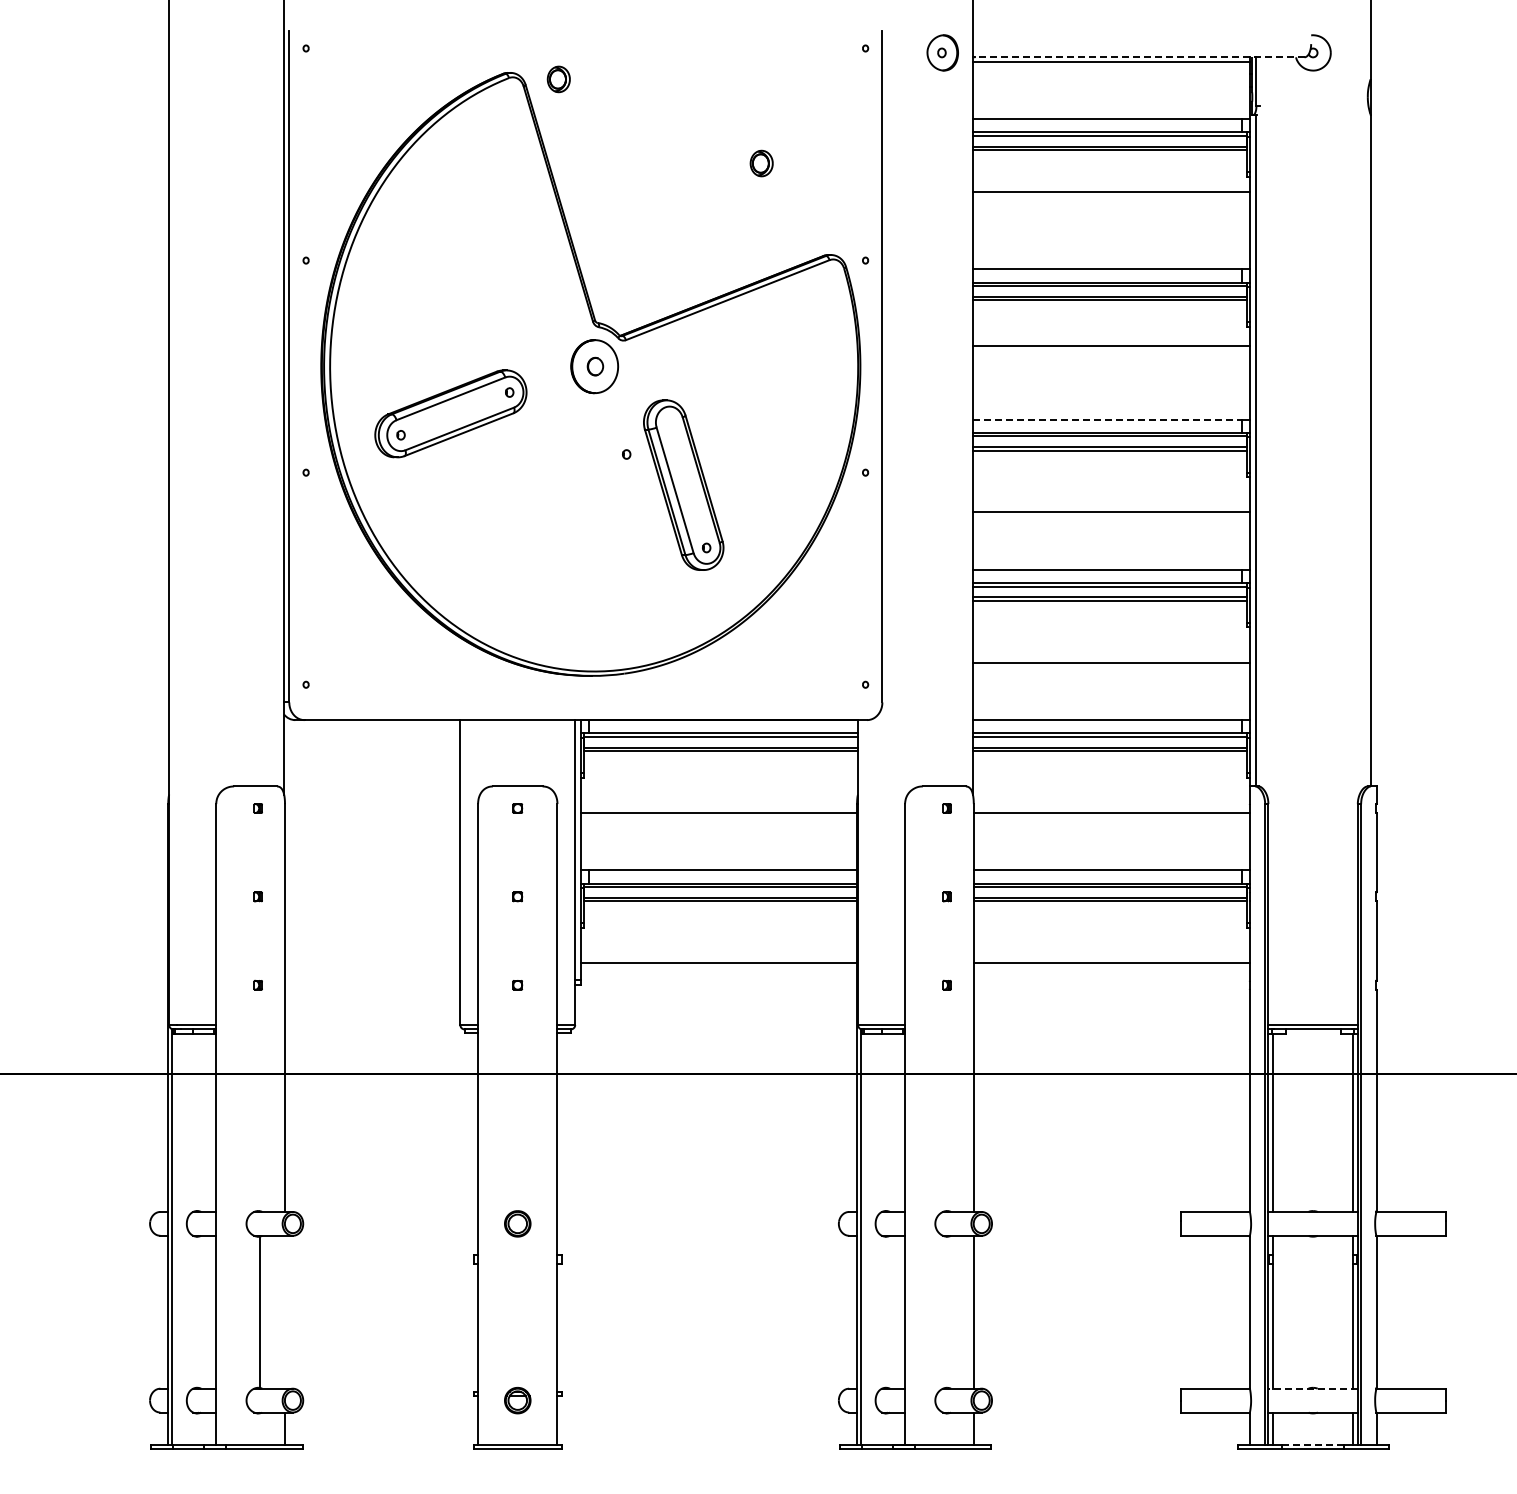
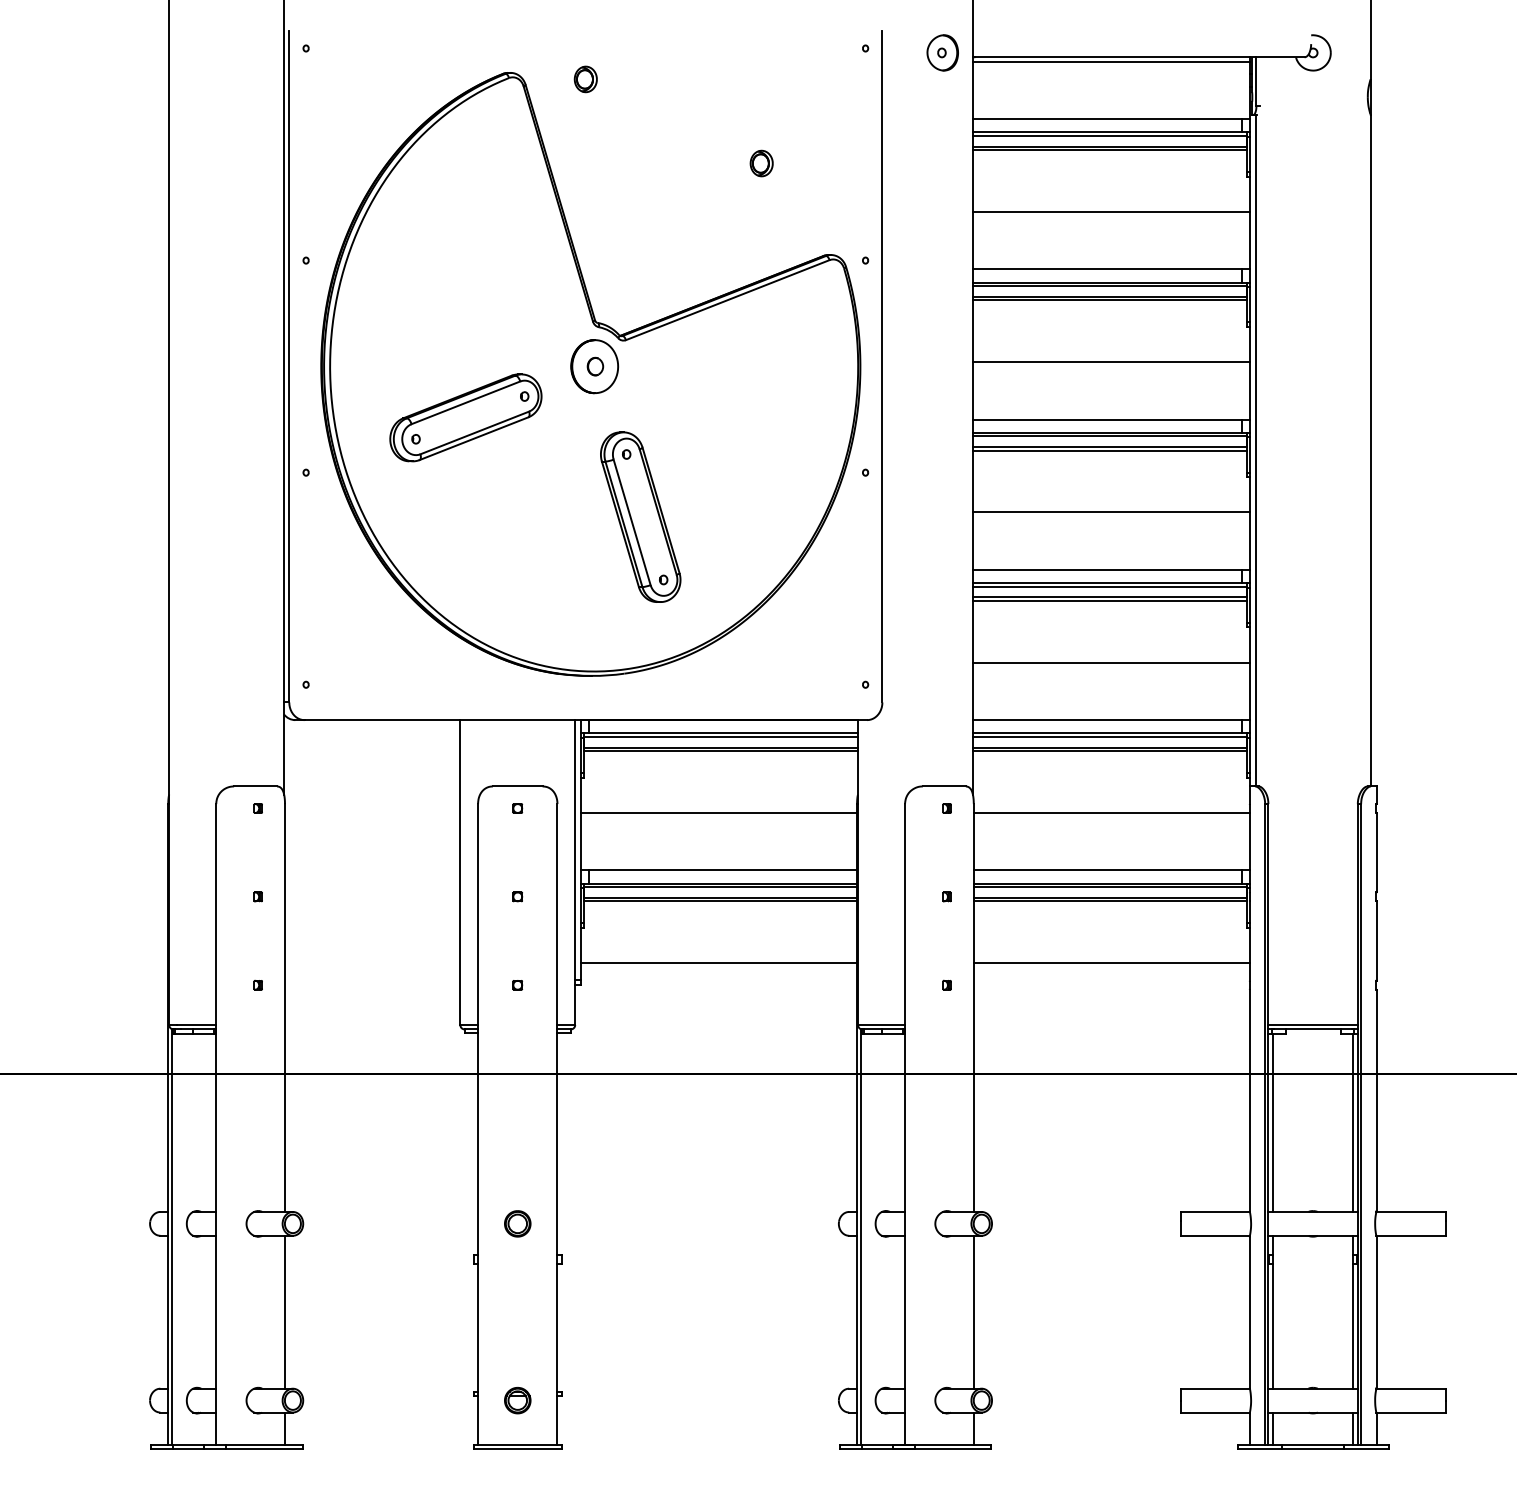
line at (1139, 57): dashed -> solid
part at (558, 79) position: (558, 79) -> (585, 79)
line at (1111, 192) position: (1111, 192) -> (1111, 212)
line at (1111, 346) position: (1111, 346) -> (1111, 362)
part at (450, 413) position: (450, 413) -> (465, 417)
line at (1107, 419): dashed -> solid
part at (683, 484) position: (683, 484) -> (640, 516)
line at (260, 1311) position: (260, 1311) -> (285, 1311)
line at (1313, 1388): dashed -> solid
line at (1312, 1444): dashed -> solid
